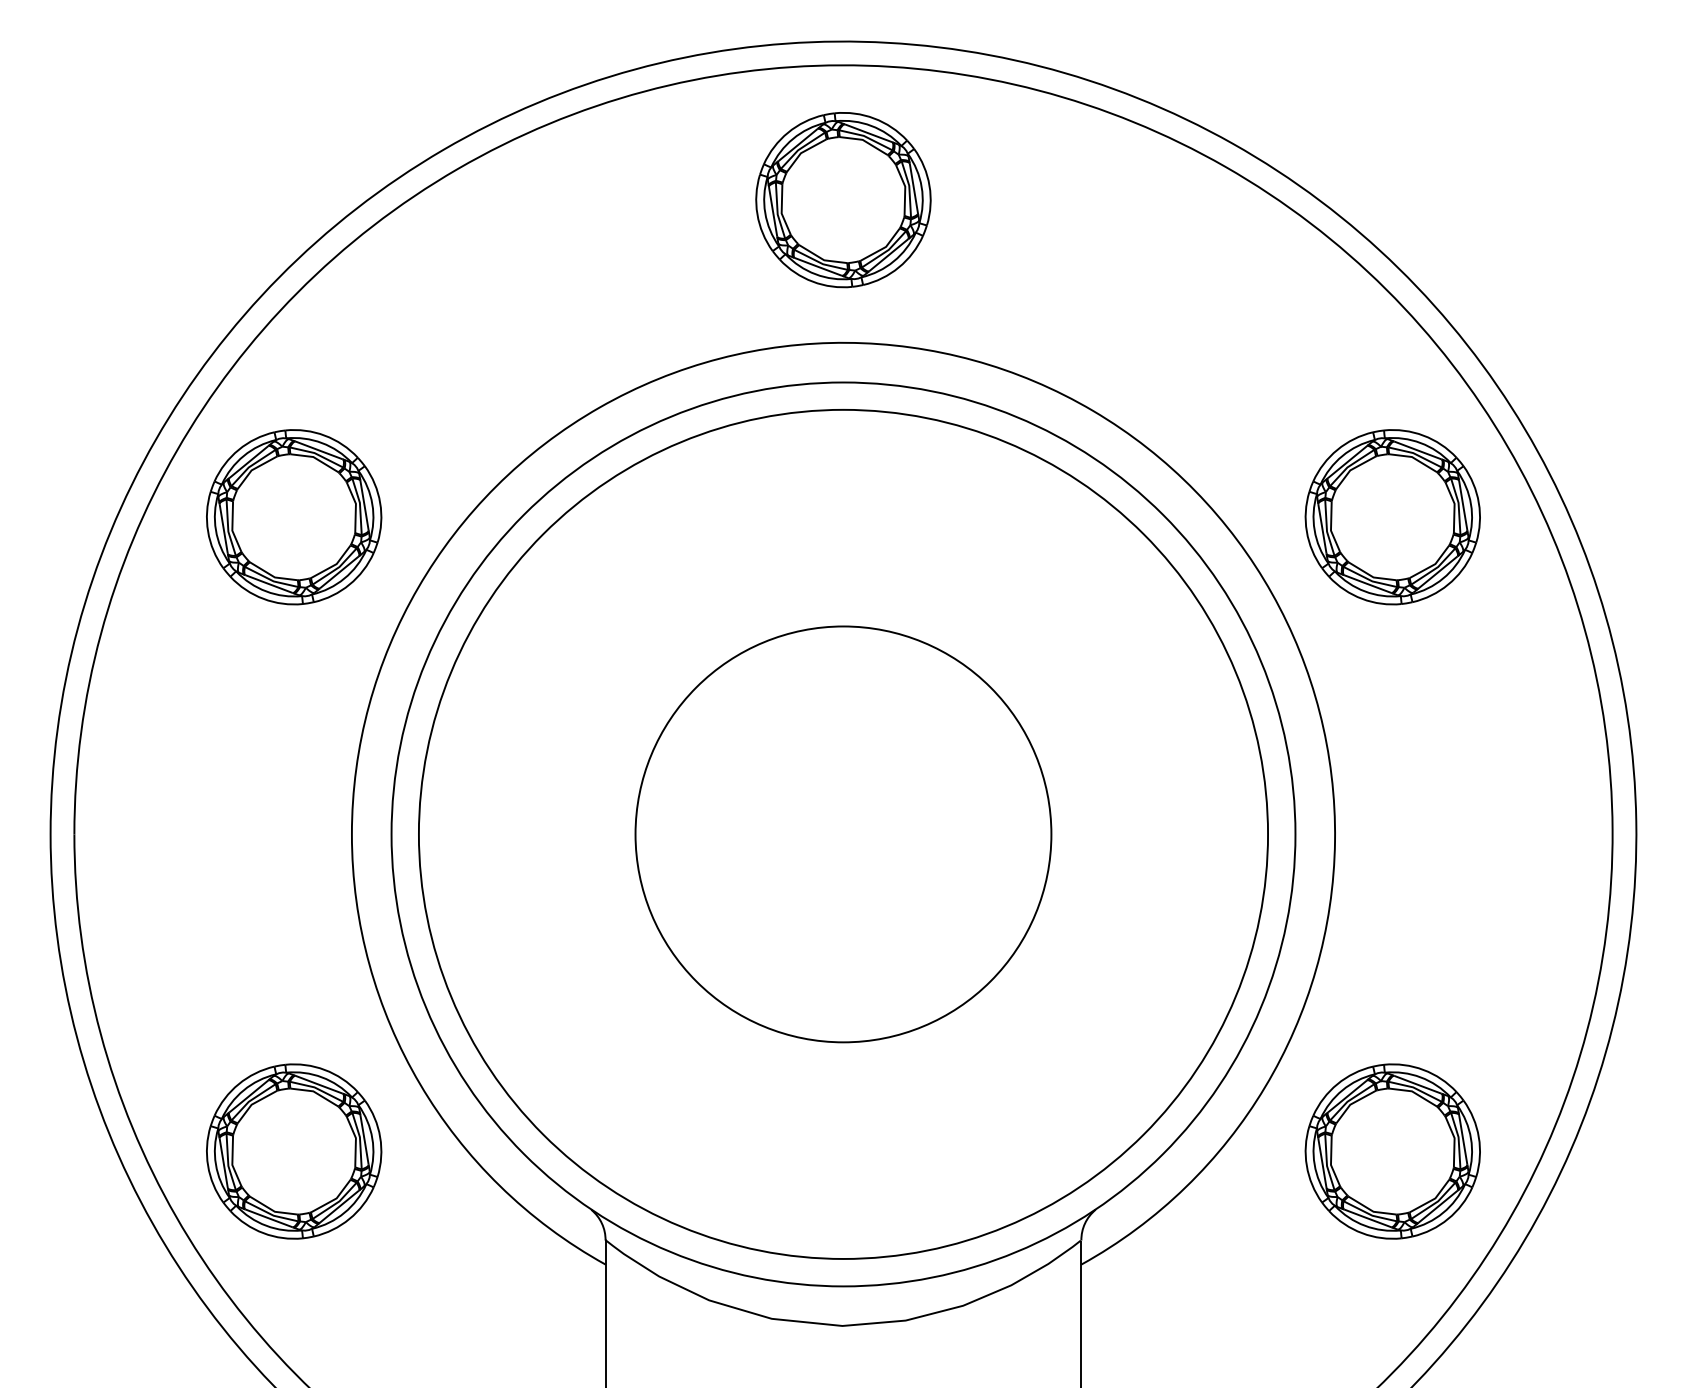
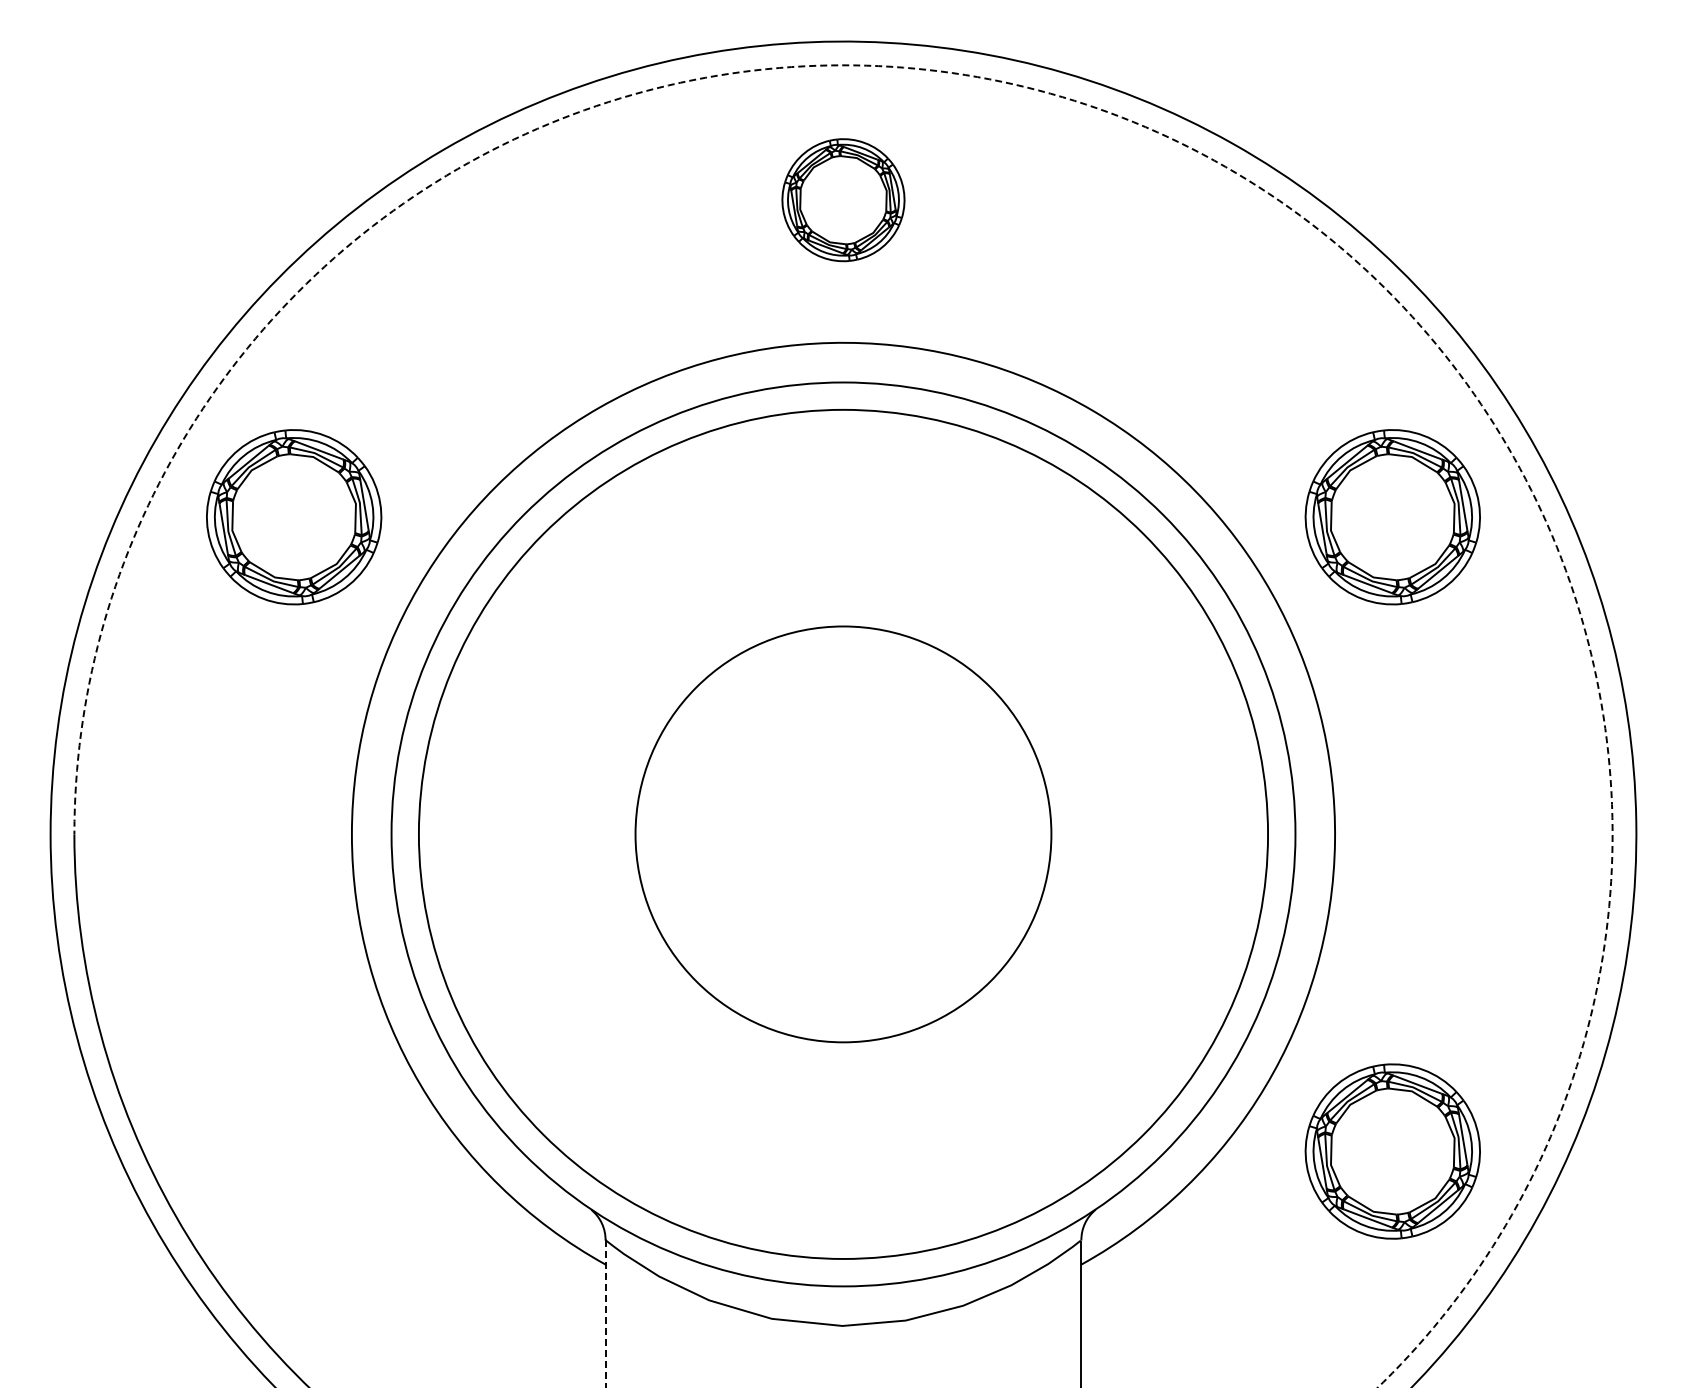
line at (1142, 126): solid -> dashed
part at (843, 200) size: 177x177 px -> 125x125 px
part at (294, 1151): present -> none
line at (605, 1314): solid -> dashed
